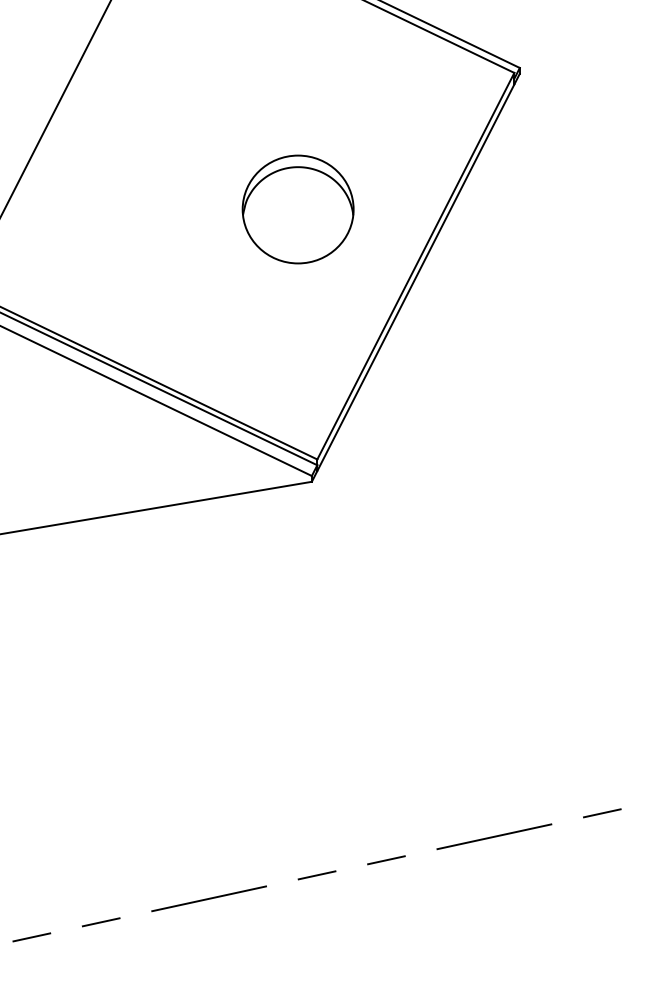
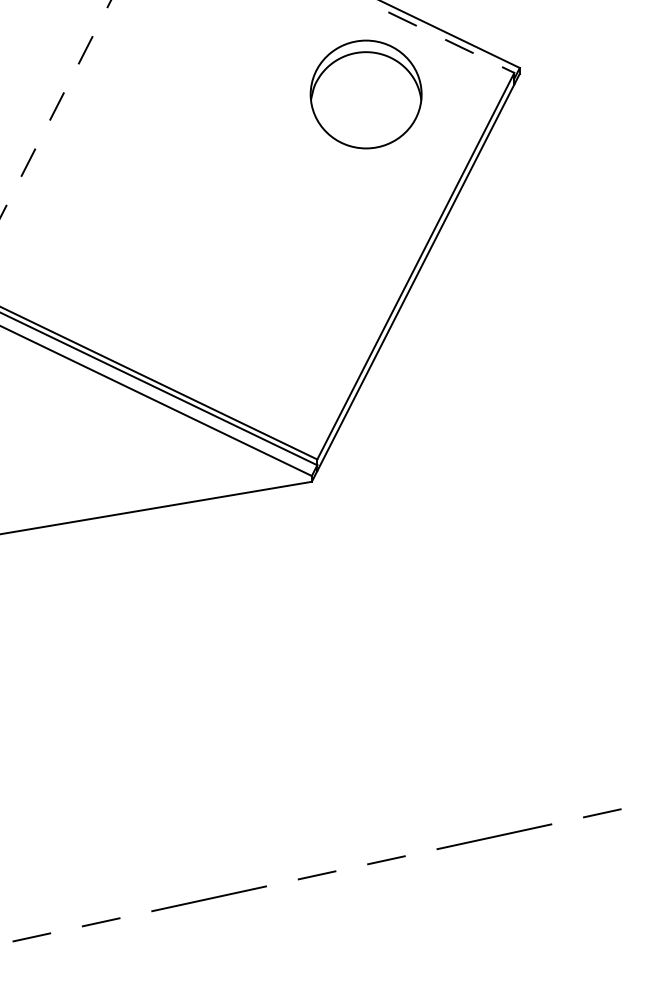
line at (438, 36): solid -> dashed
line at (55, 109): solid -> dashed
part at (297, 209) position: (297, 209) -> (365, 94)
